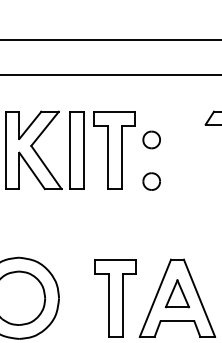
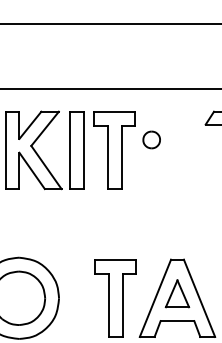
line at (110, 40) position: (110, 40) -> (110, 24)
line at (110, 75) position: (110, 75) -> (110, 89)
part at (151, 181): present -> none
